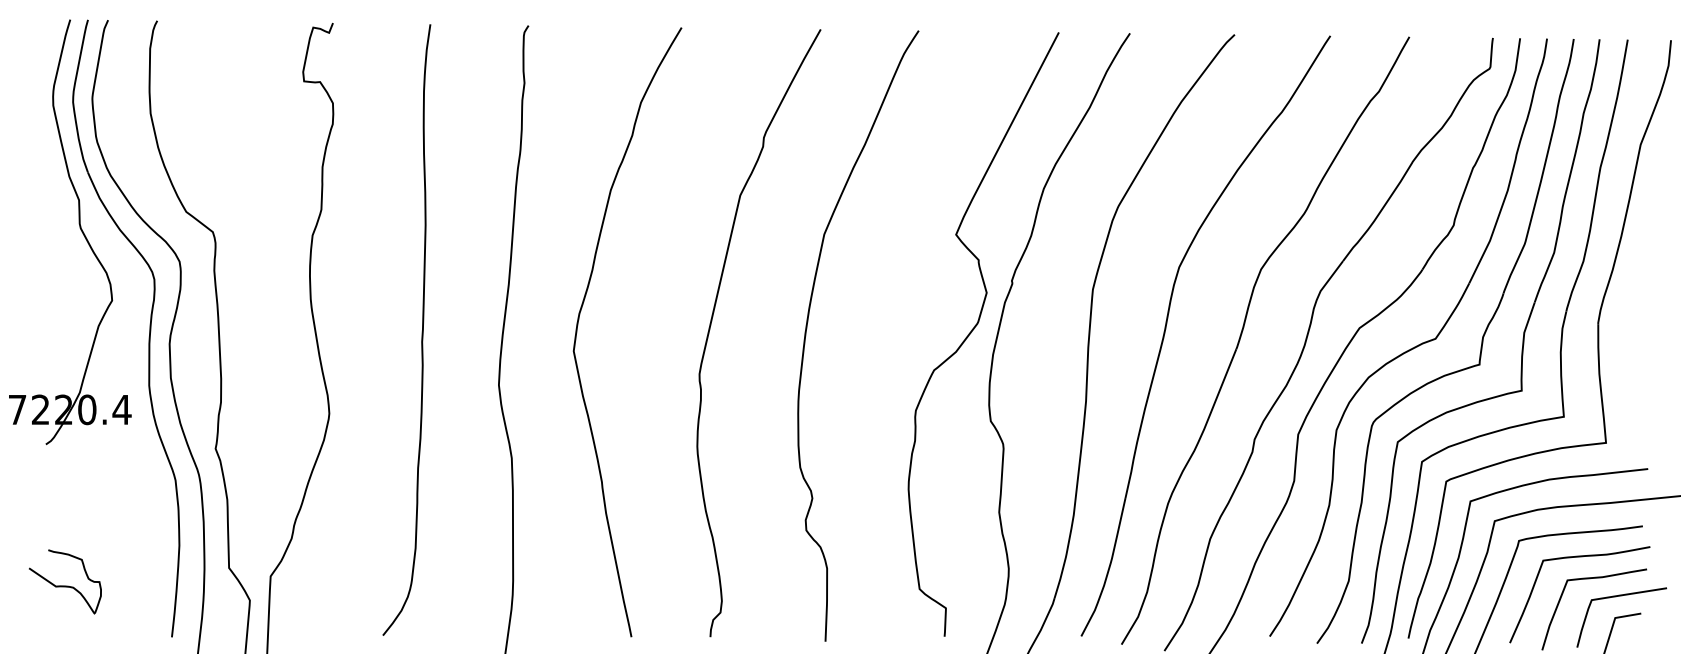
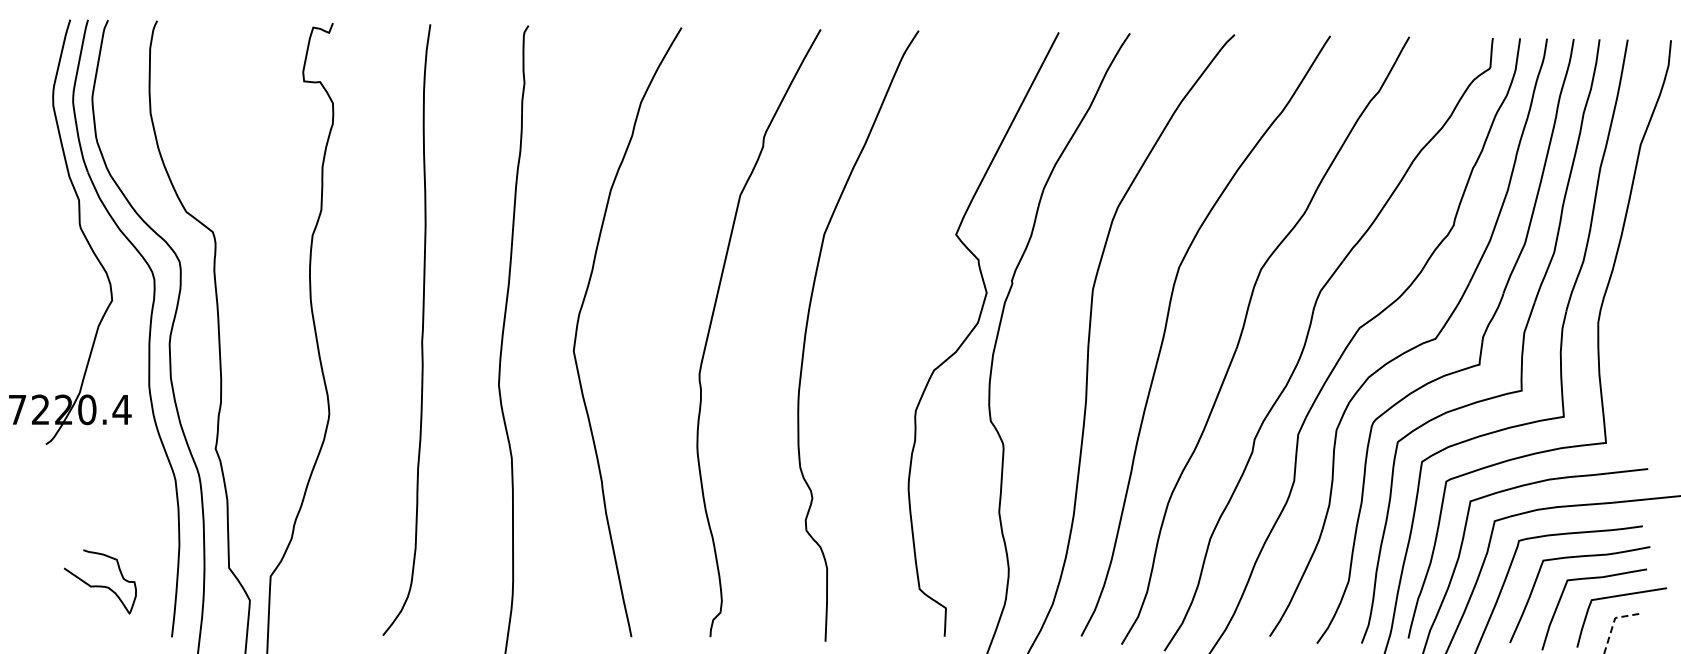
curve at (65, 585) position: (65, 585) -> (100, 585)
line at (1614, 621): solid -> dashed
